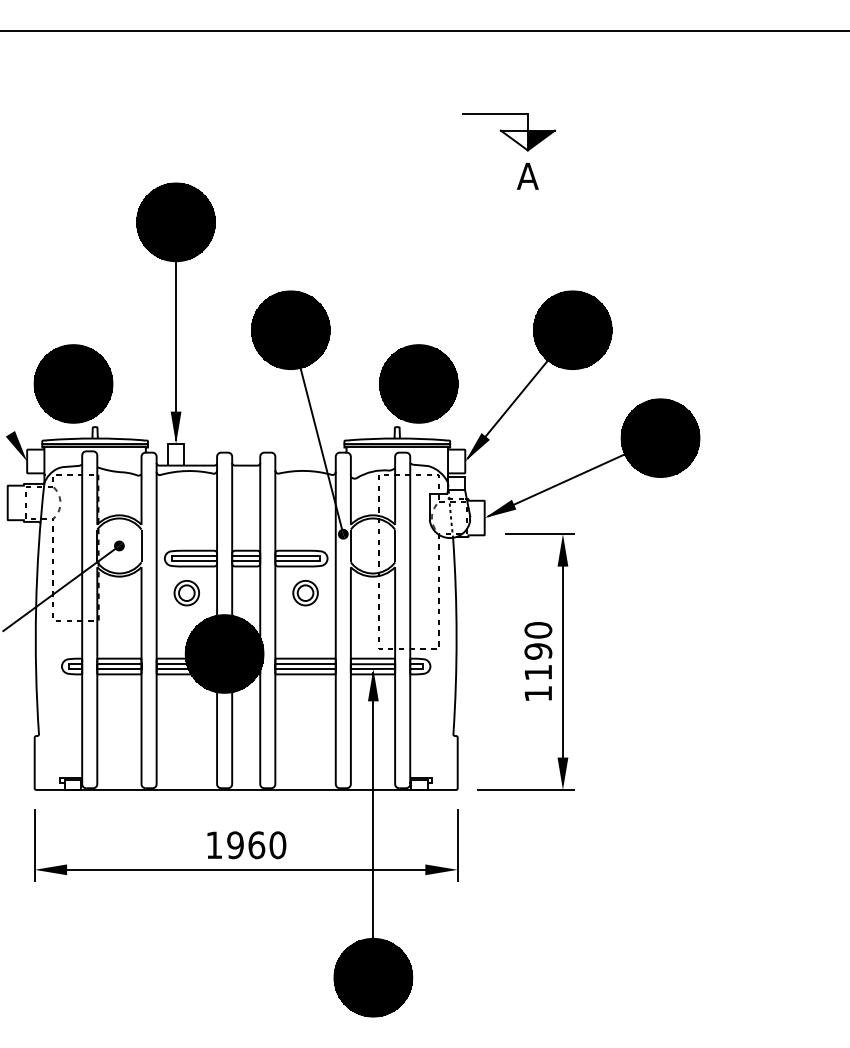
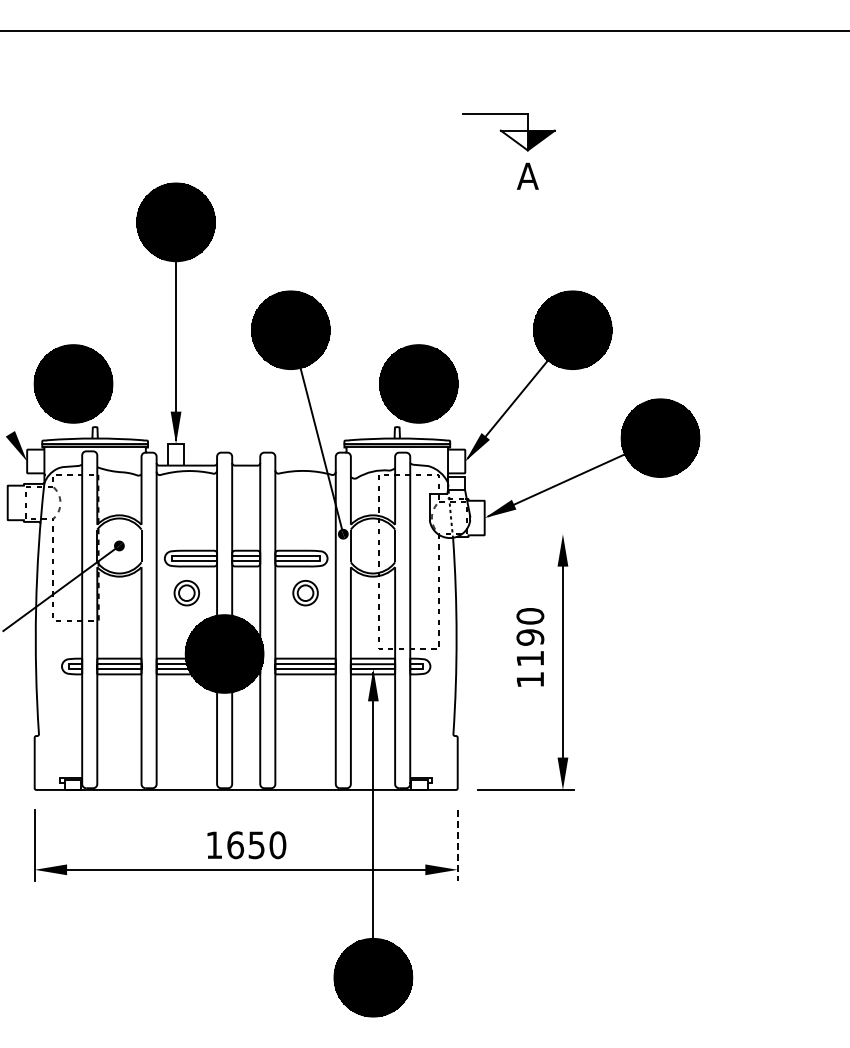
line at (539, 534): present -> none
text at (538, 661) position: (538, 661) -> (530, 647)
text at (246, 845): 1960 -> 1650
line at (457, 845): solid -> dashed
